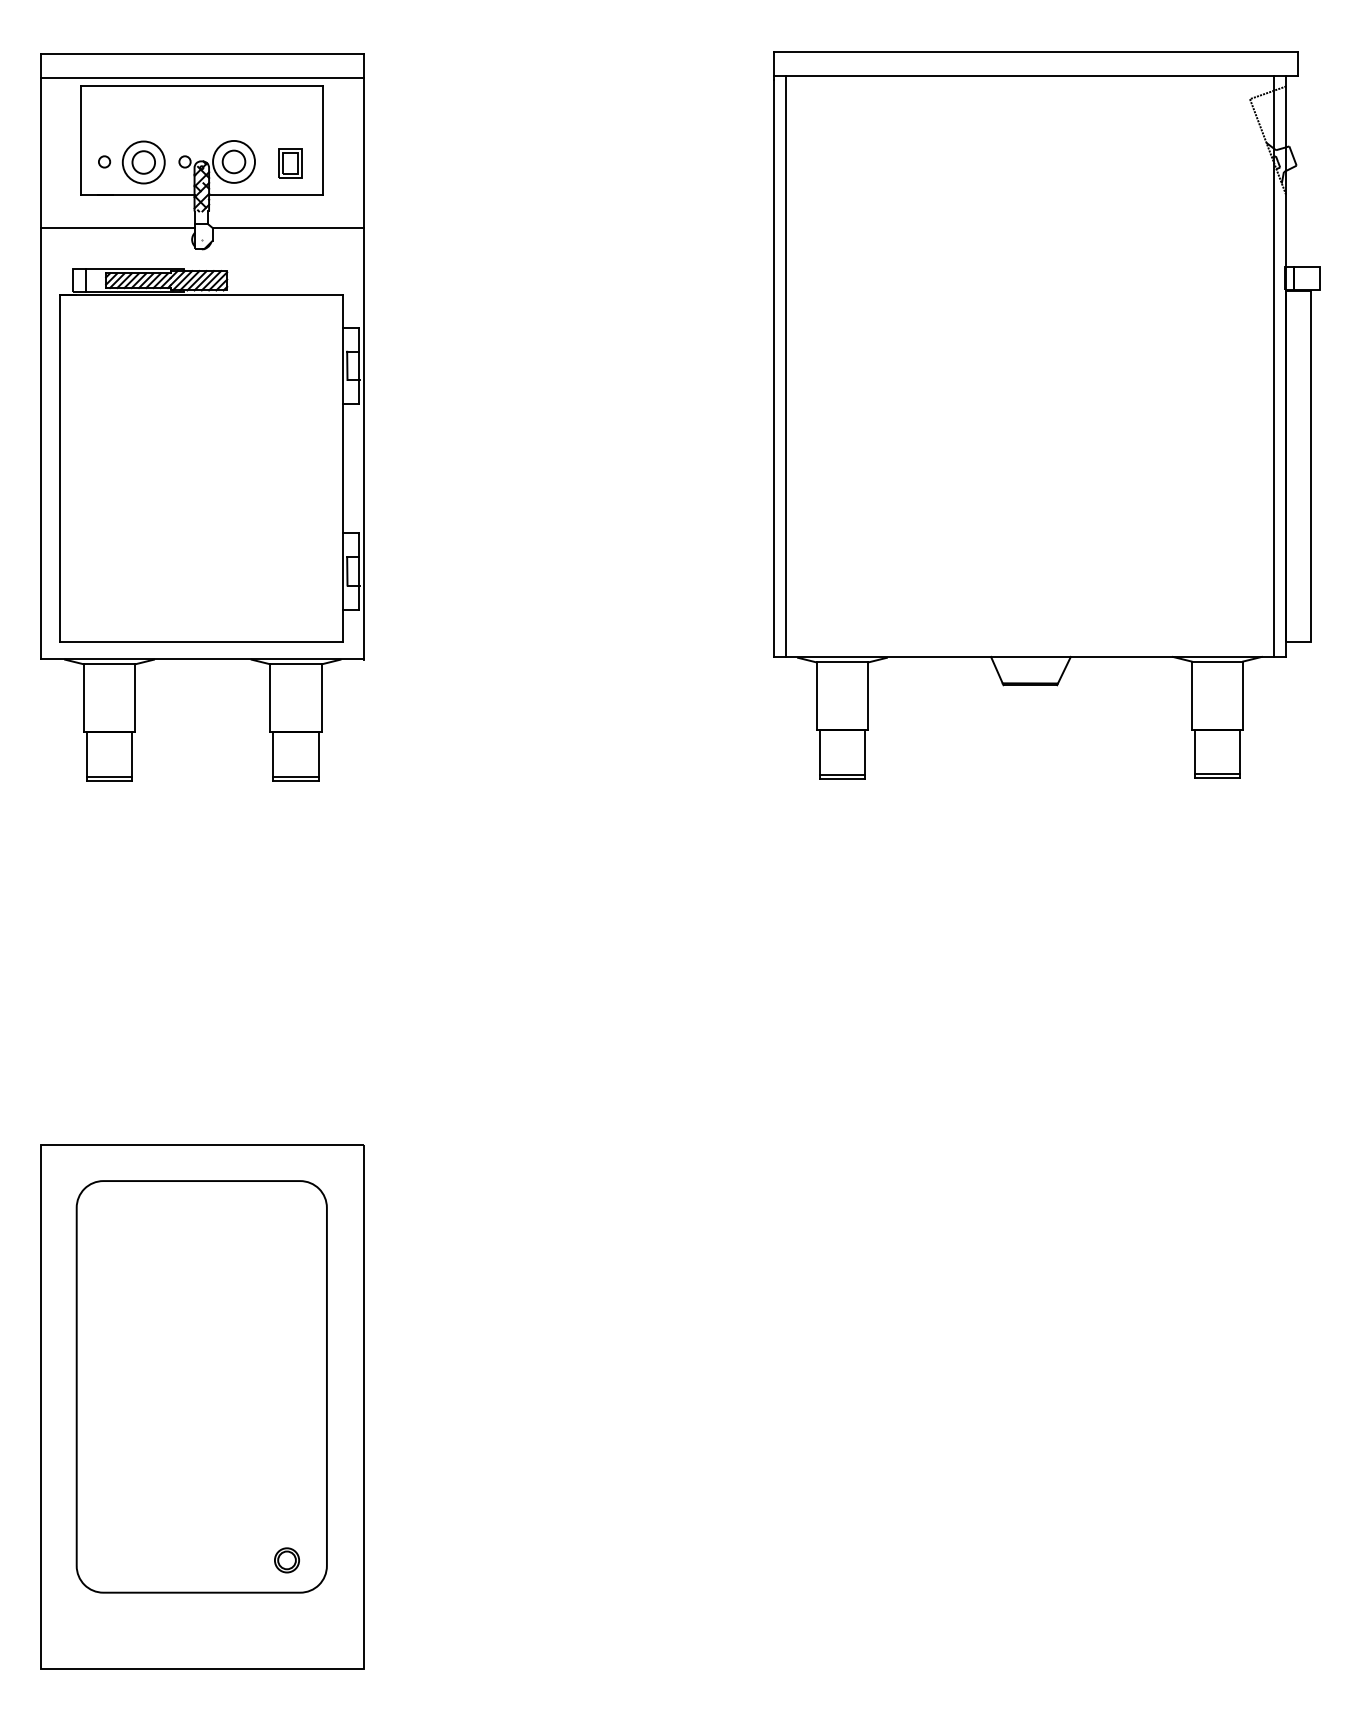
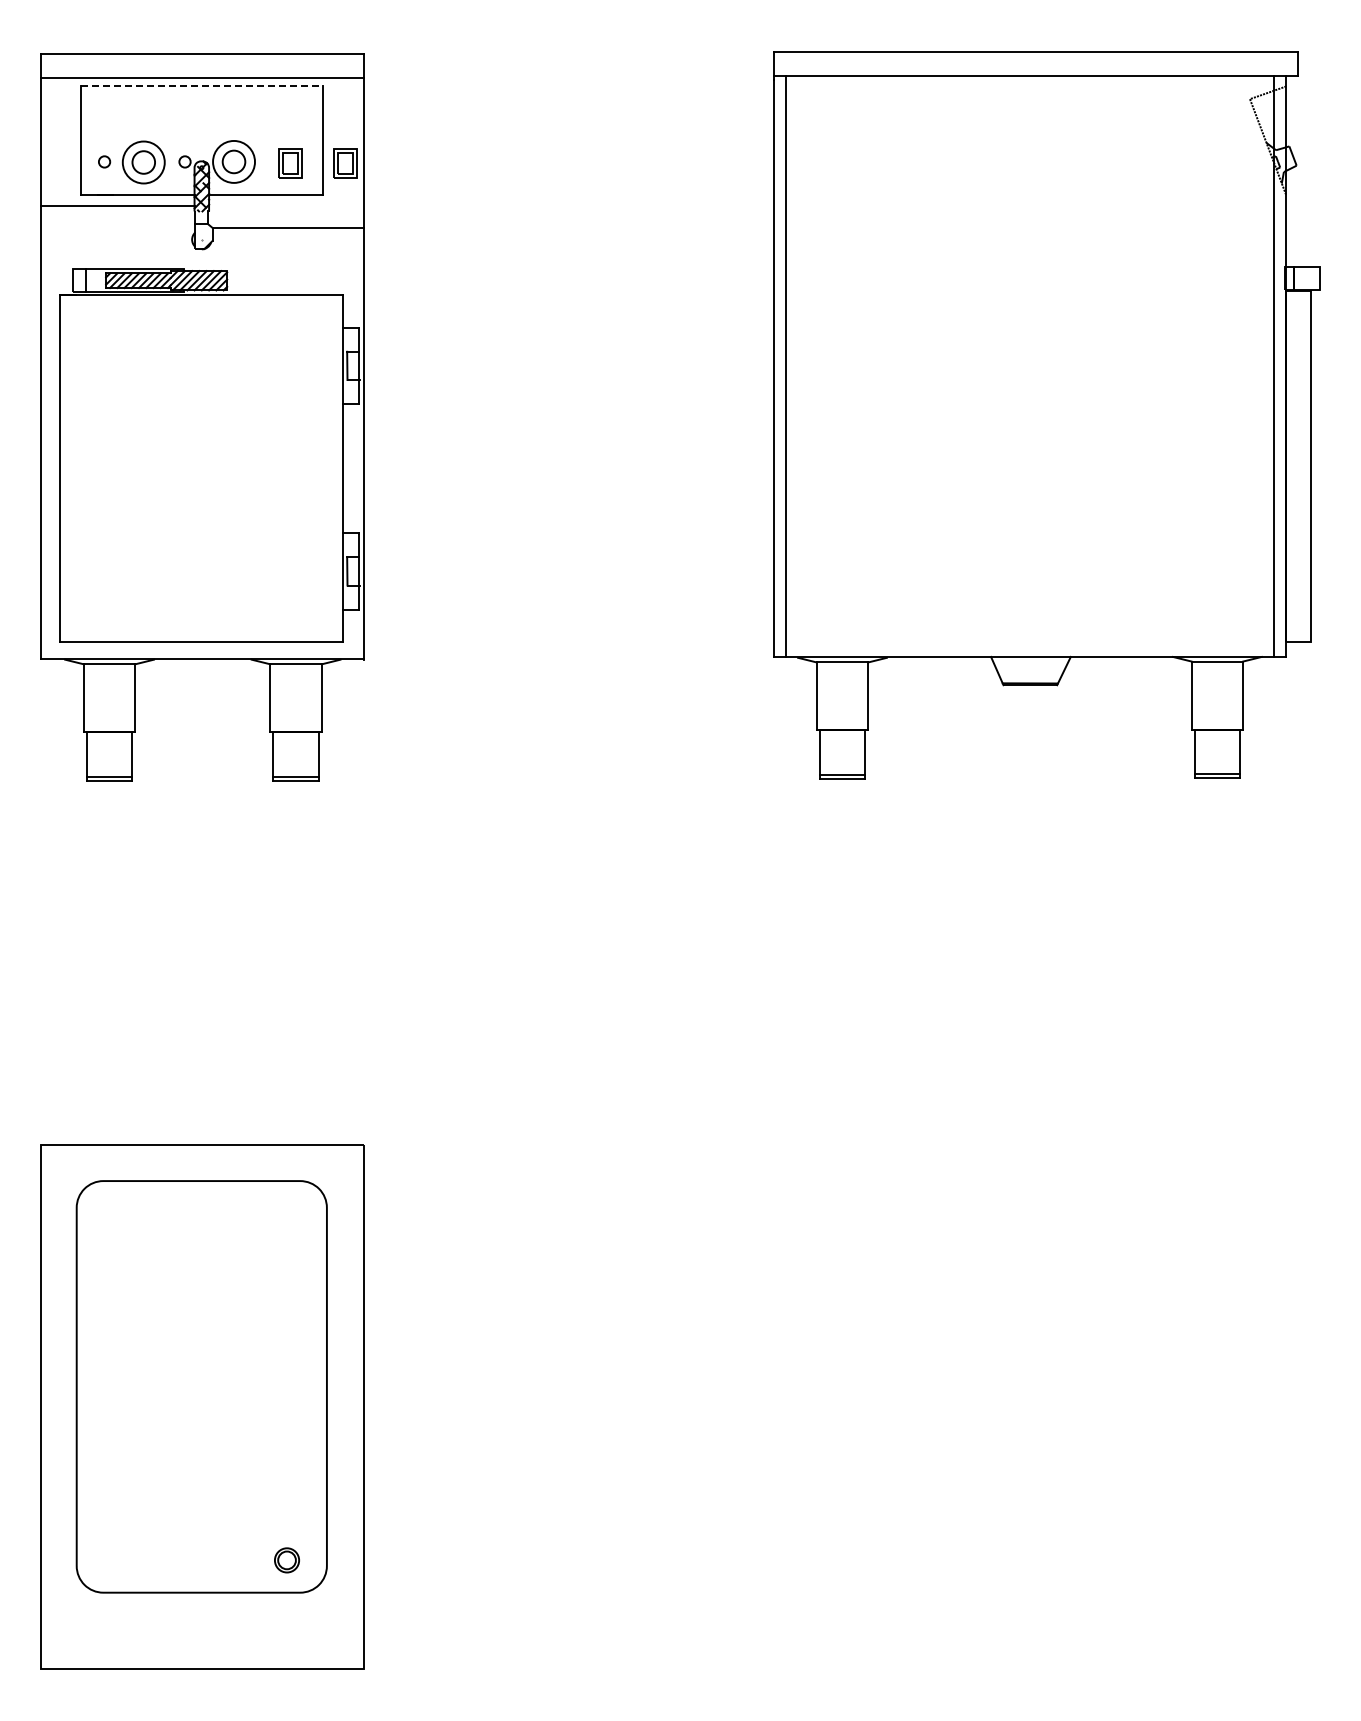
line at (202, 86): solid -> dashed
part at (345, 163): none -> present
line at (117, 227) position: (117, 227) -> (117, 205)
